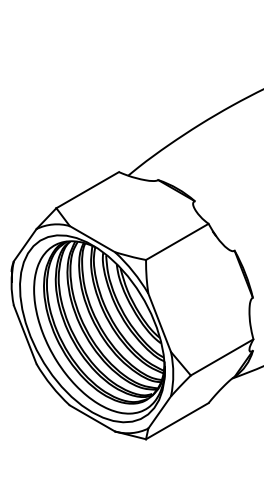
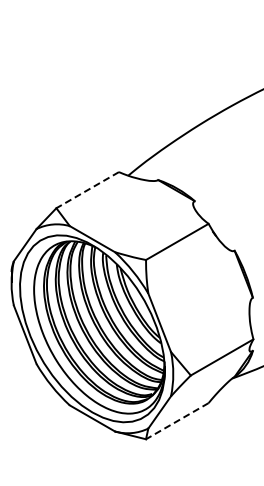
line at (87, 190): solid -> dashed
line at (176, 421): solid -> dashed
